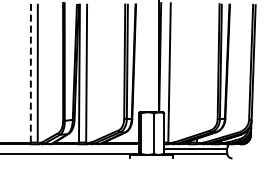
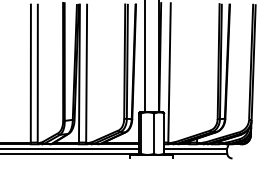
line at (144, 57): none -> present
line at (30, 71): dashed -> solid
line at (70, 149): none -> present
